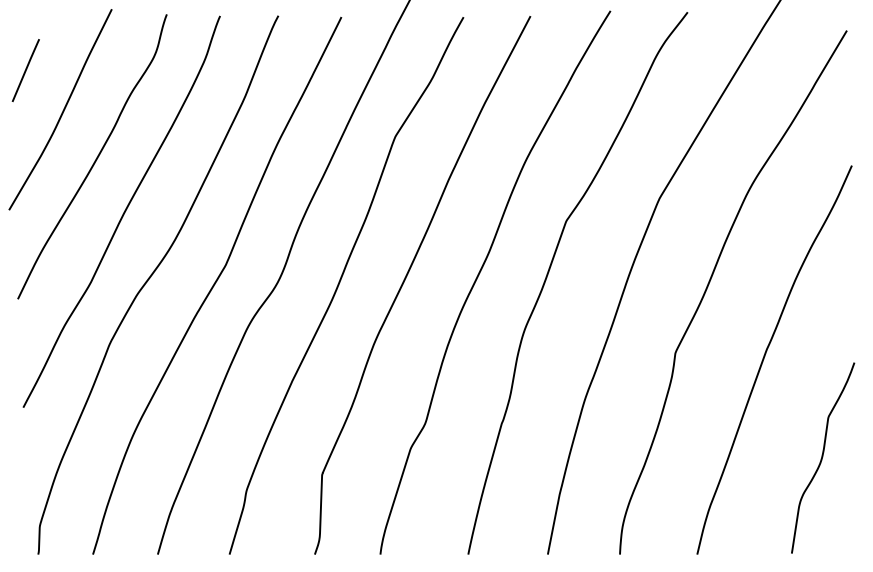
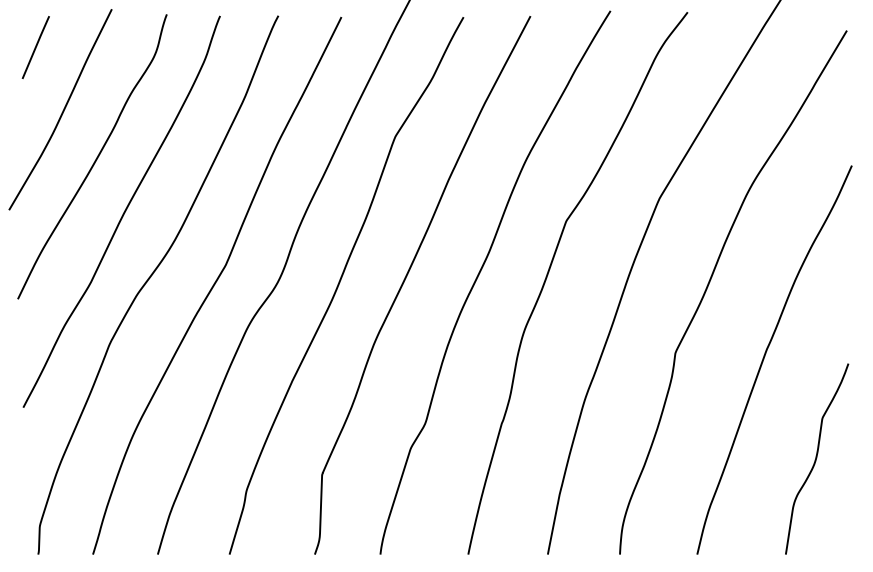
line at (25, 70) position: (25, 70) -> (35, 47)
curve at (823, 457) position: (823, 457) -> (817, 458)
